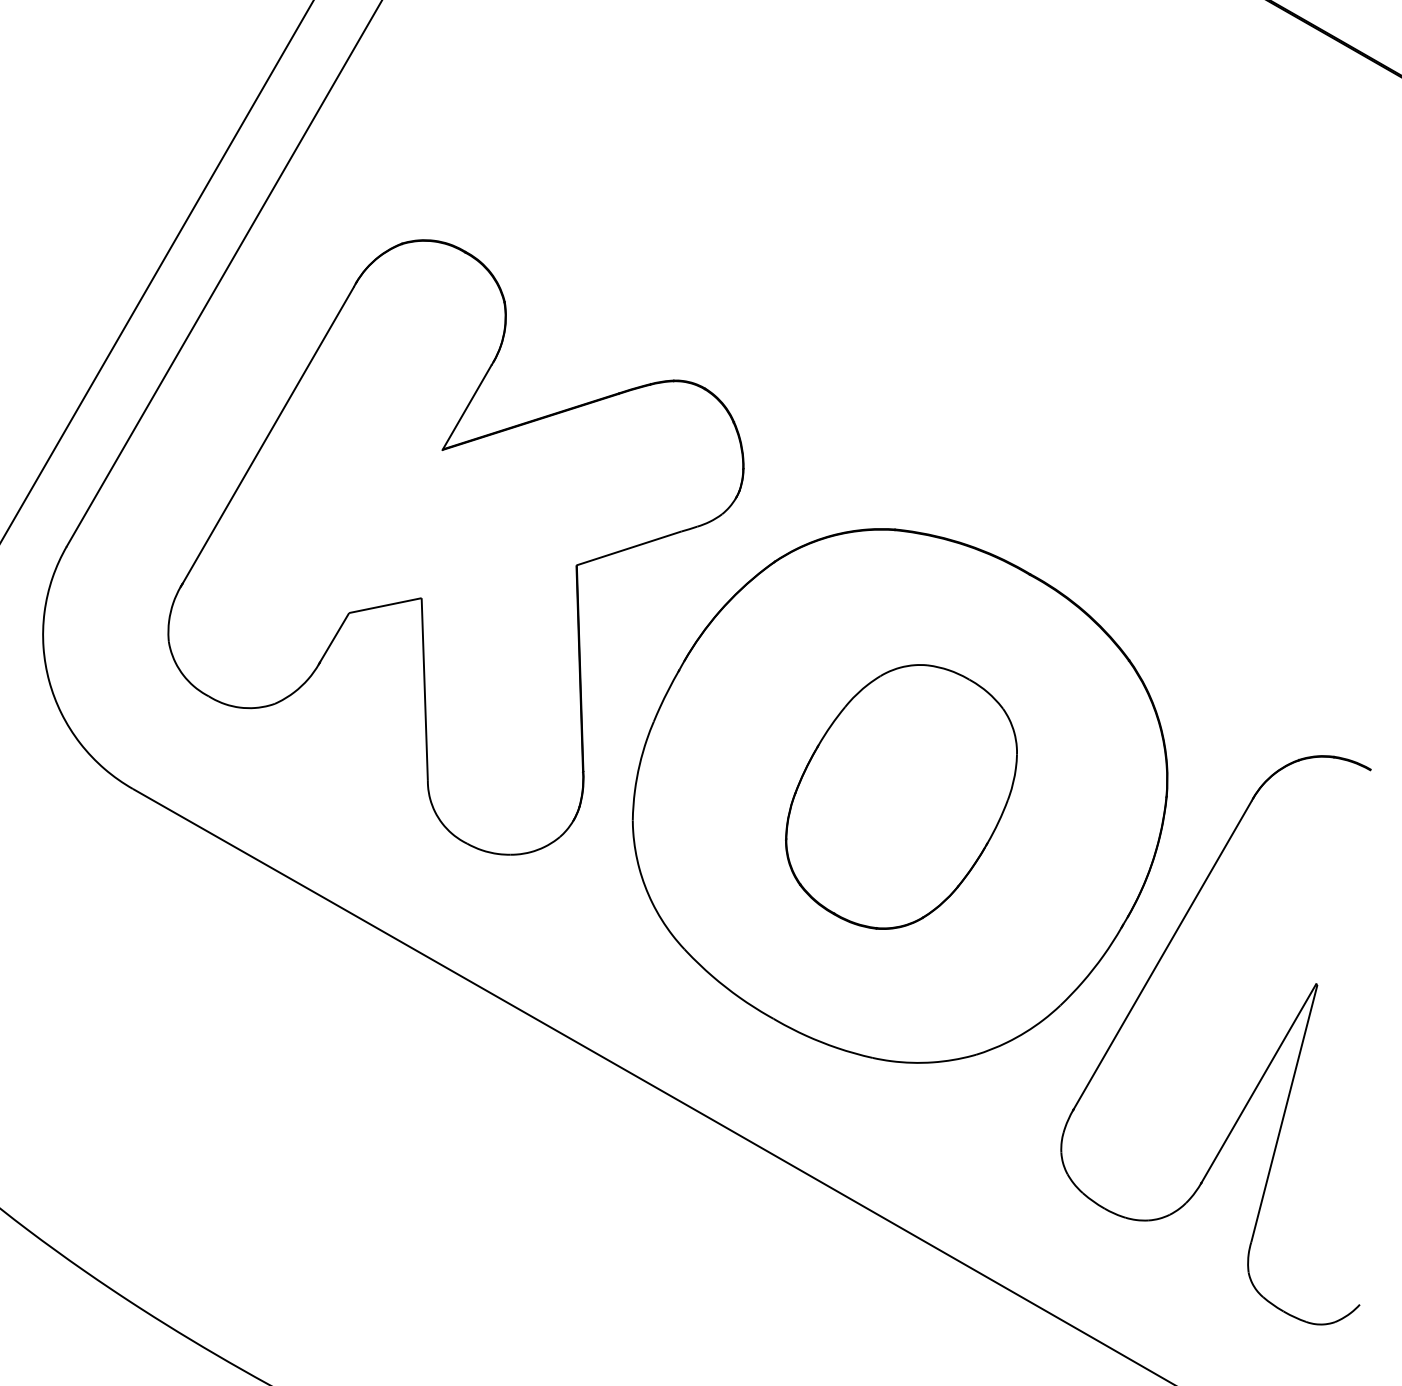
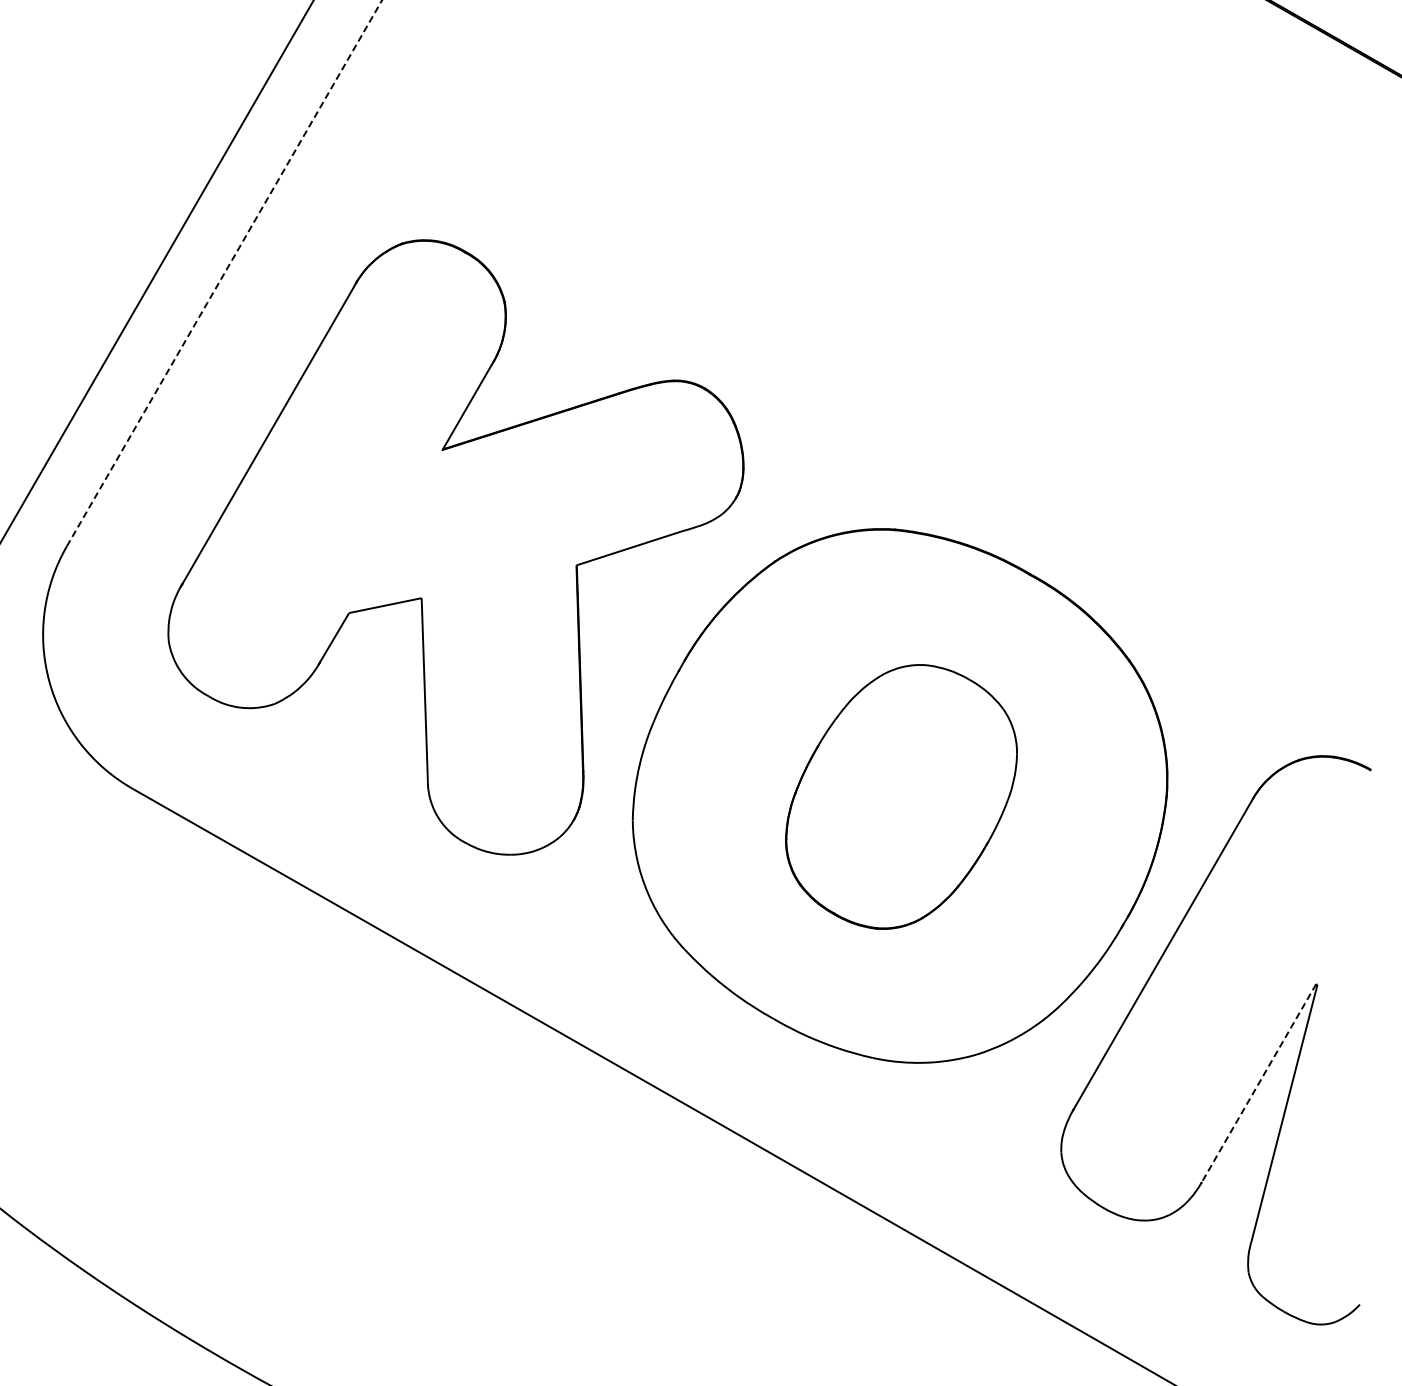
line at (224, 272): solid -> dashed
line at (1258, 1083): solid -> dashed
